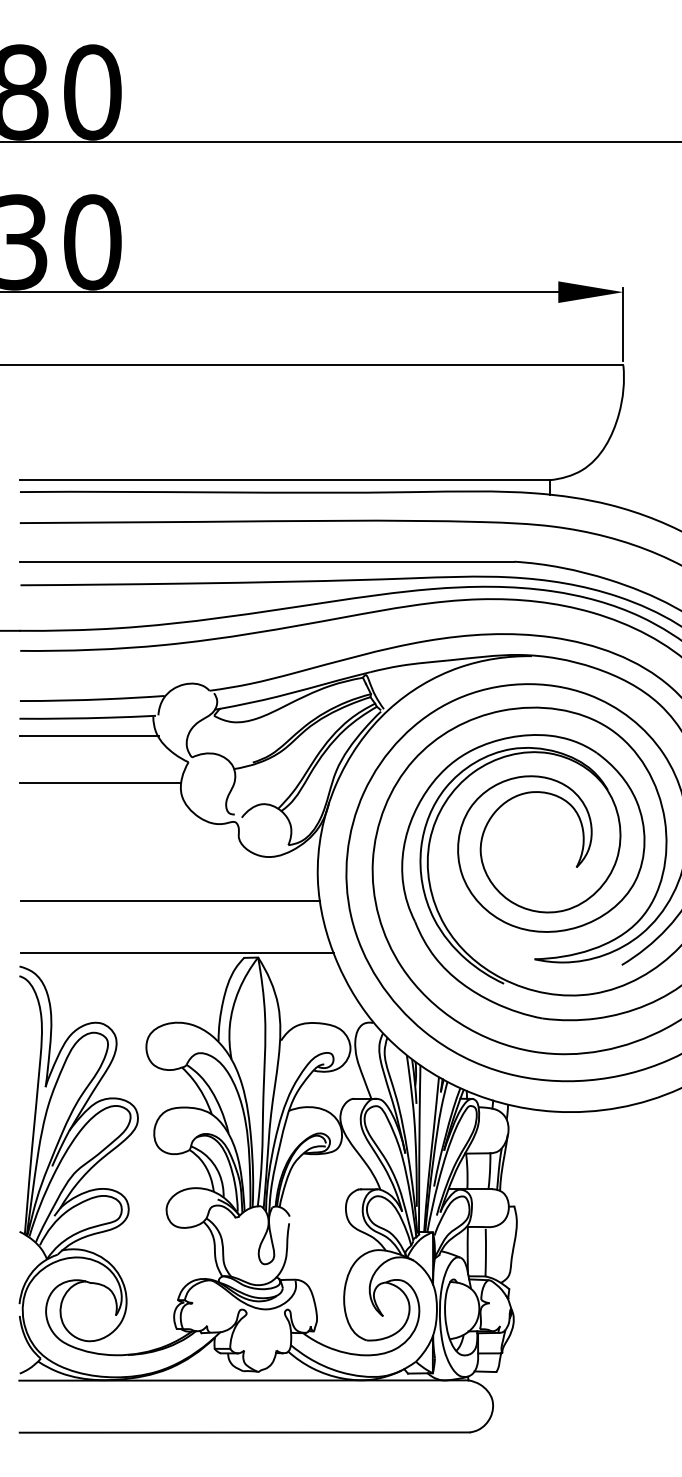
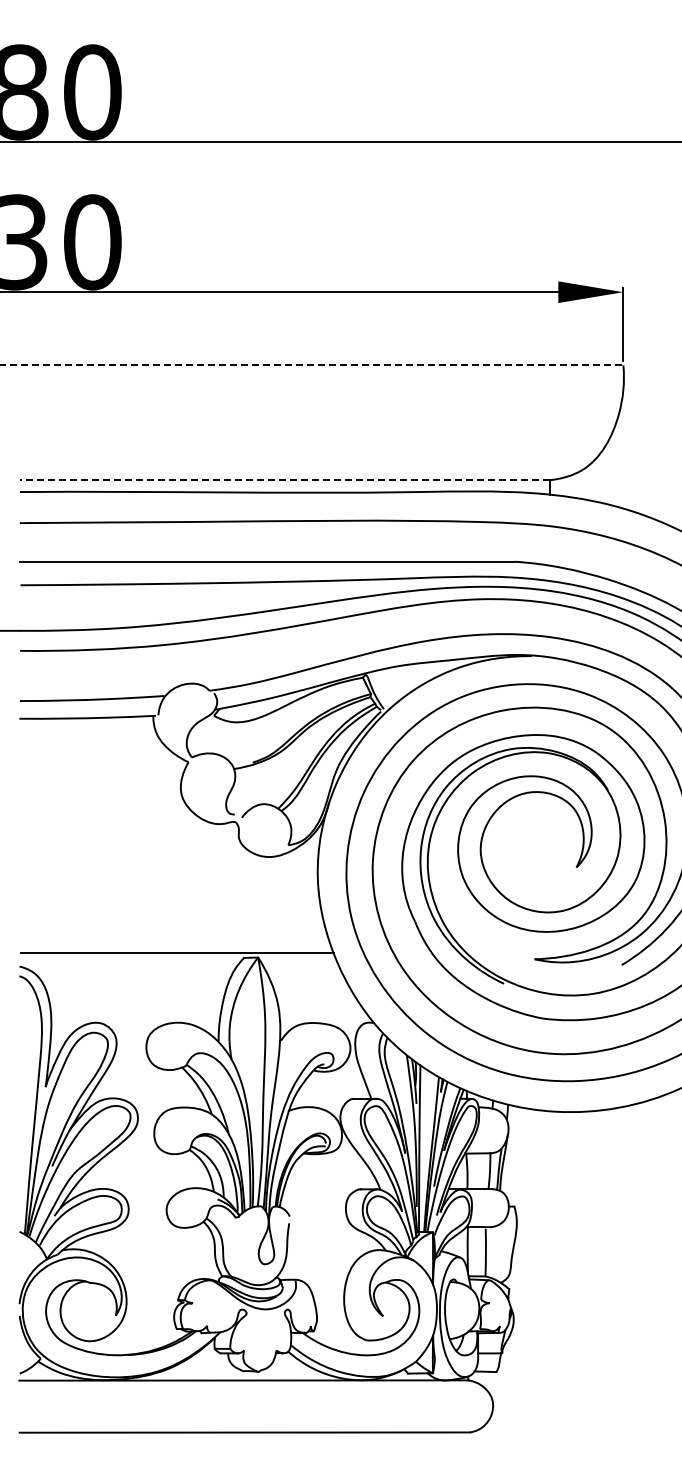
line at (312, 365): solid -> dashed
line at (284, 480): solid -> dashed
line at (89, 736): present -> none
line at (100, 782): present -> none
line at (169, 901): present -> none
